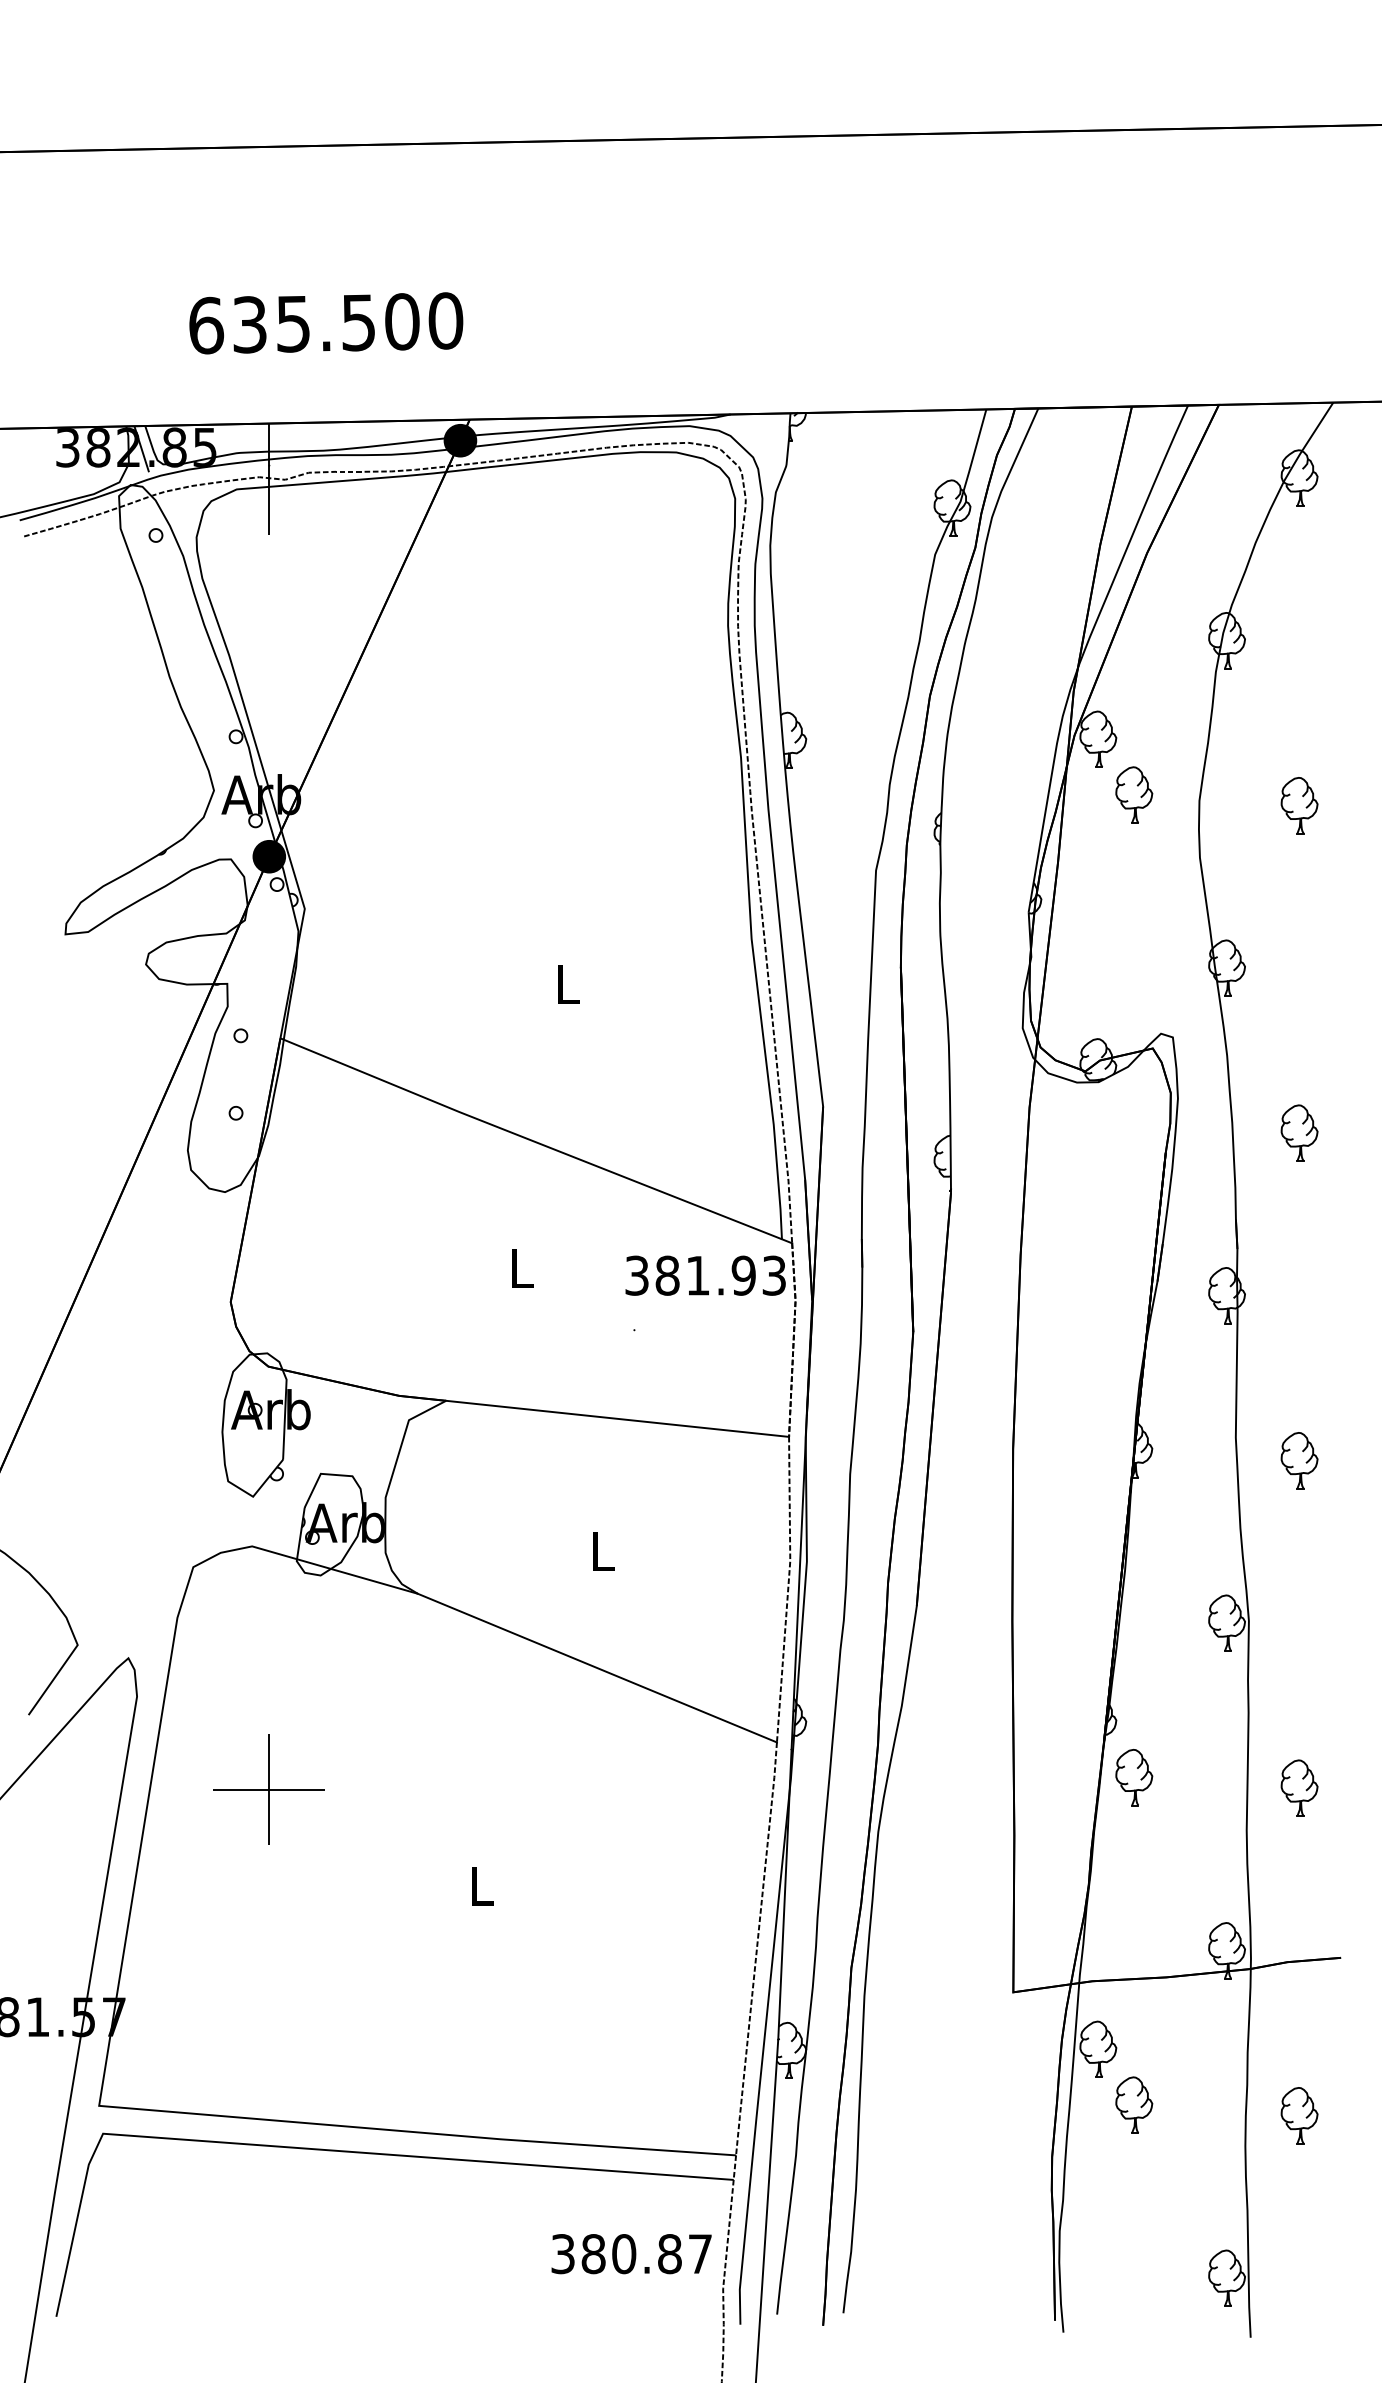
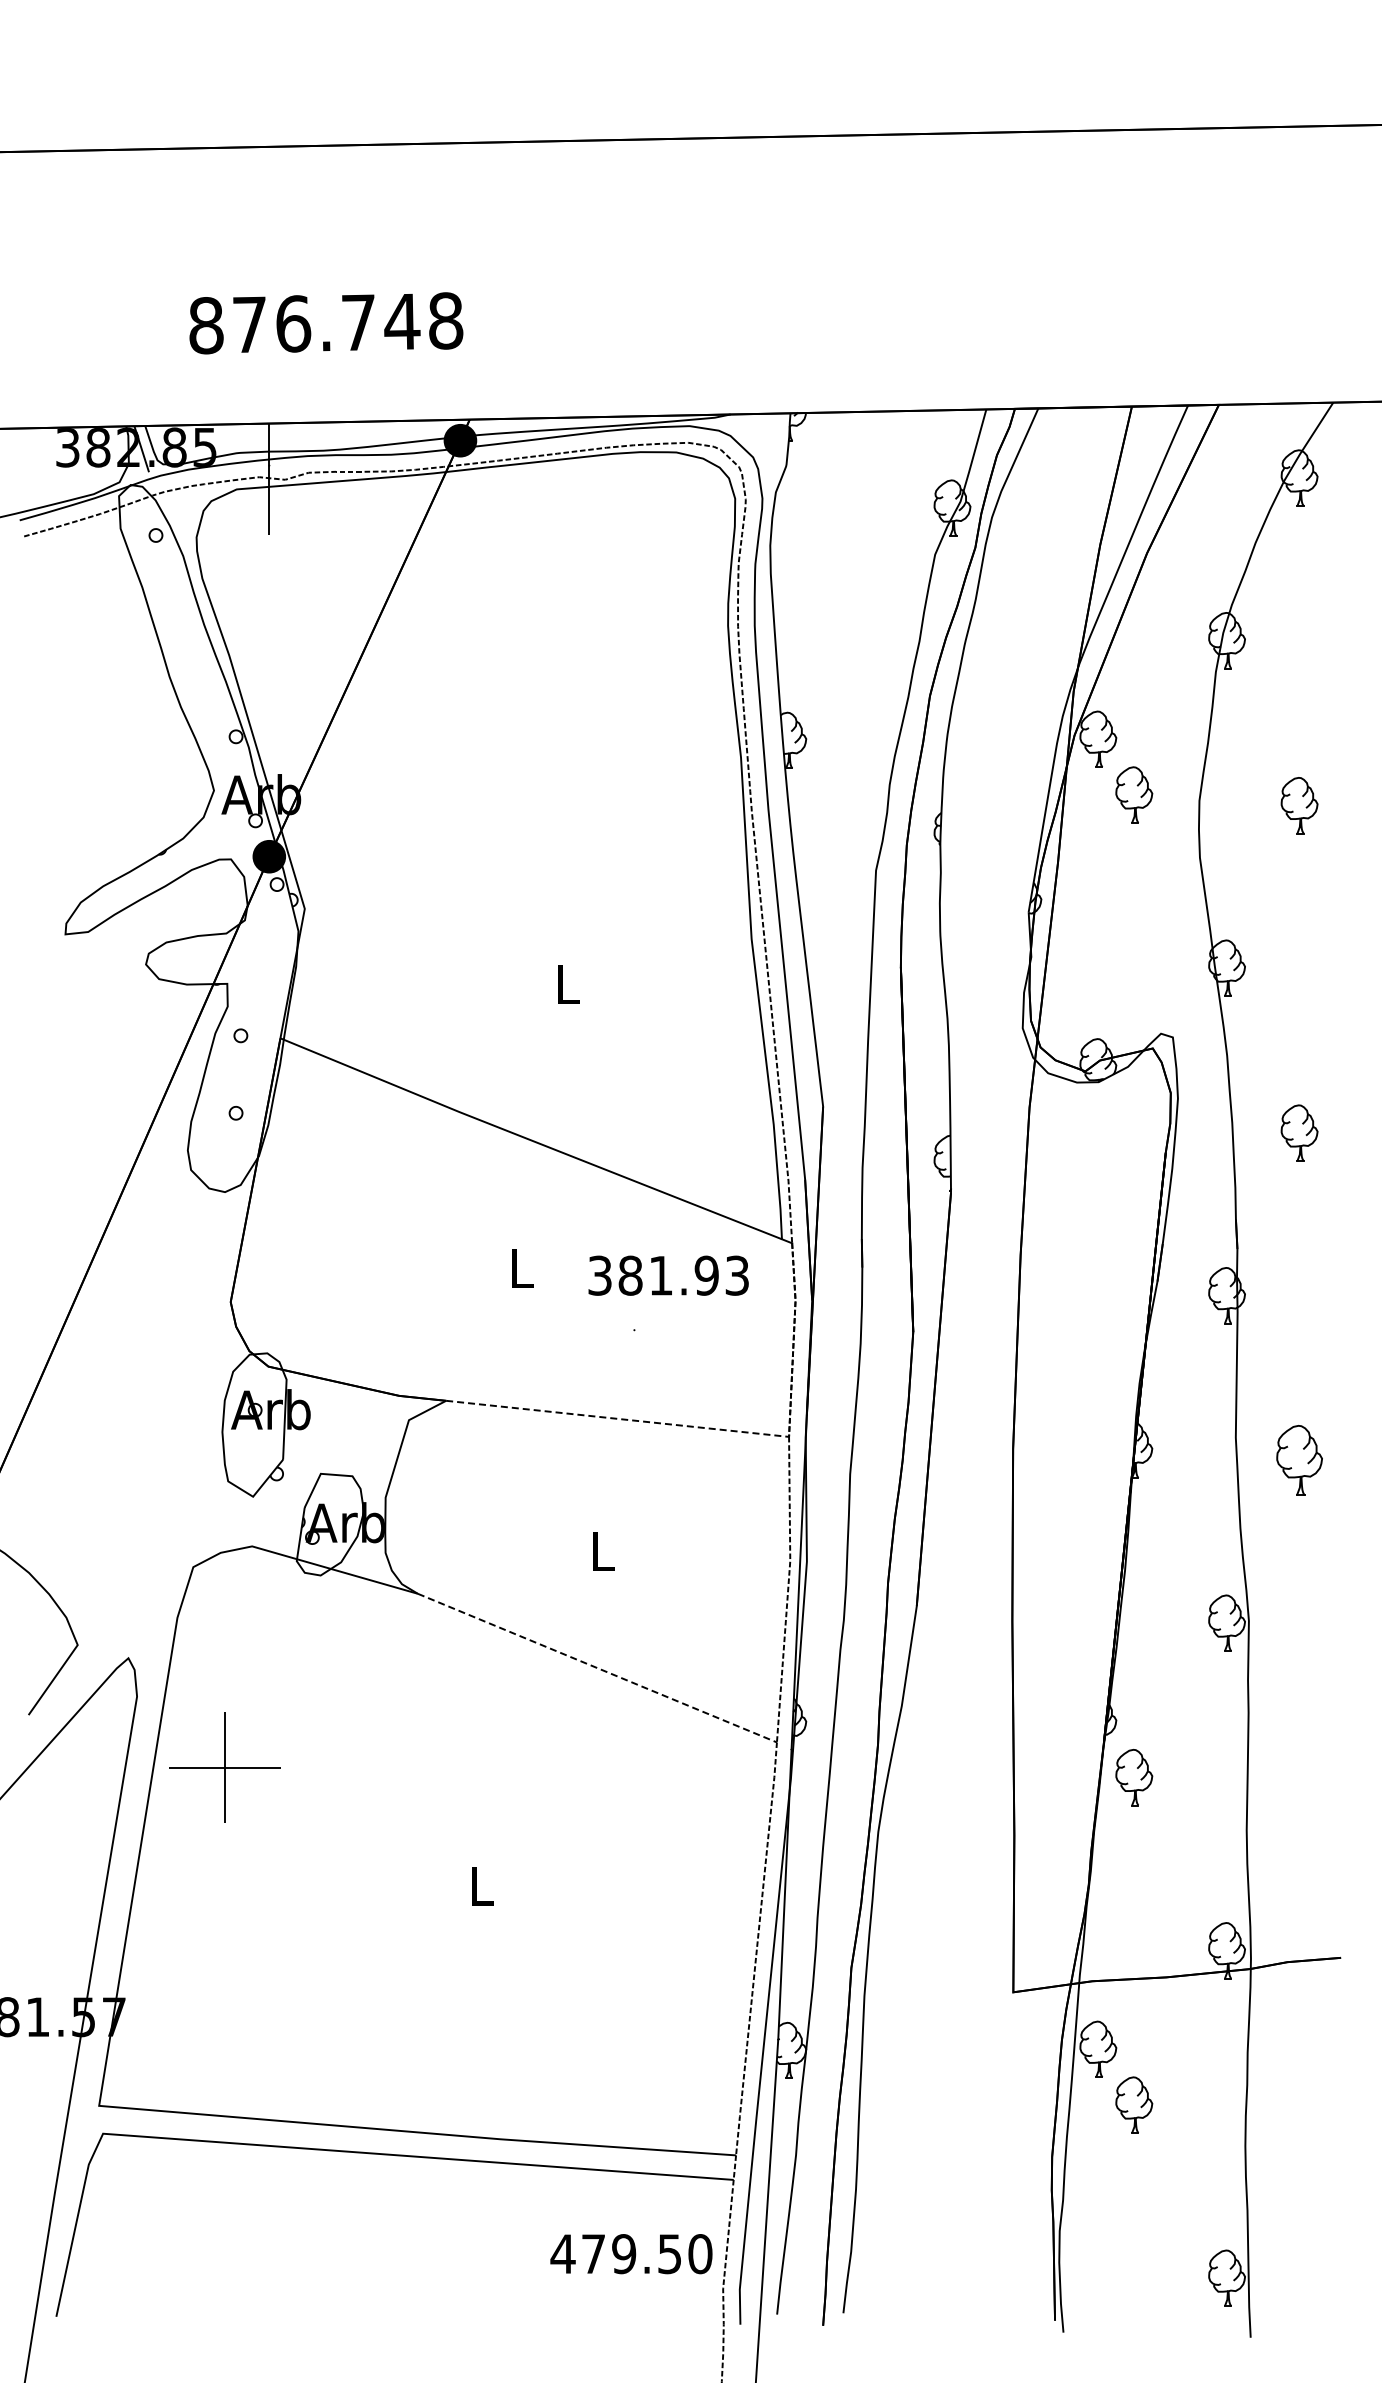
text at (326, 323): 635.500 -> 876.748
text at (705, 1275) position: (705, 1275) -> (668, 1275)
line at (618, 1418): solid -> dashed
part at (1299, 1460) size: 39x58 px -> 47x71 px
line at (597, 1668): solid -> dashed
part at (1299, 1787): present -> none
part at (268, 1789) position: (268, 1789) -> (224, 1767)
part at (1299, 2115): present -> none
text at (631, 2254): 380.87 -> 479.50
